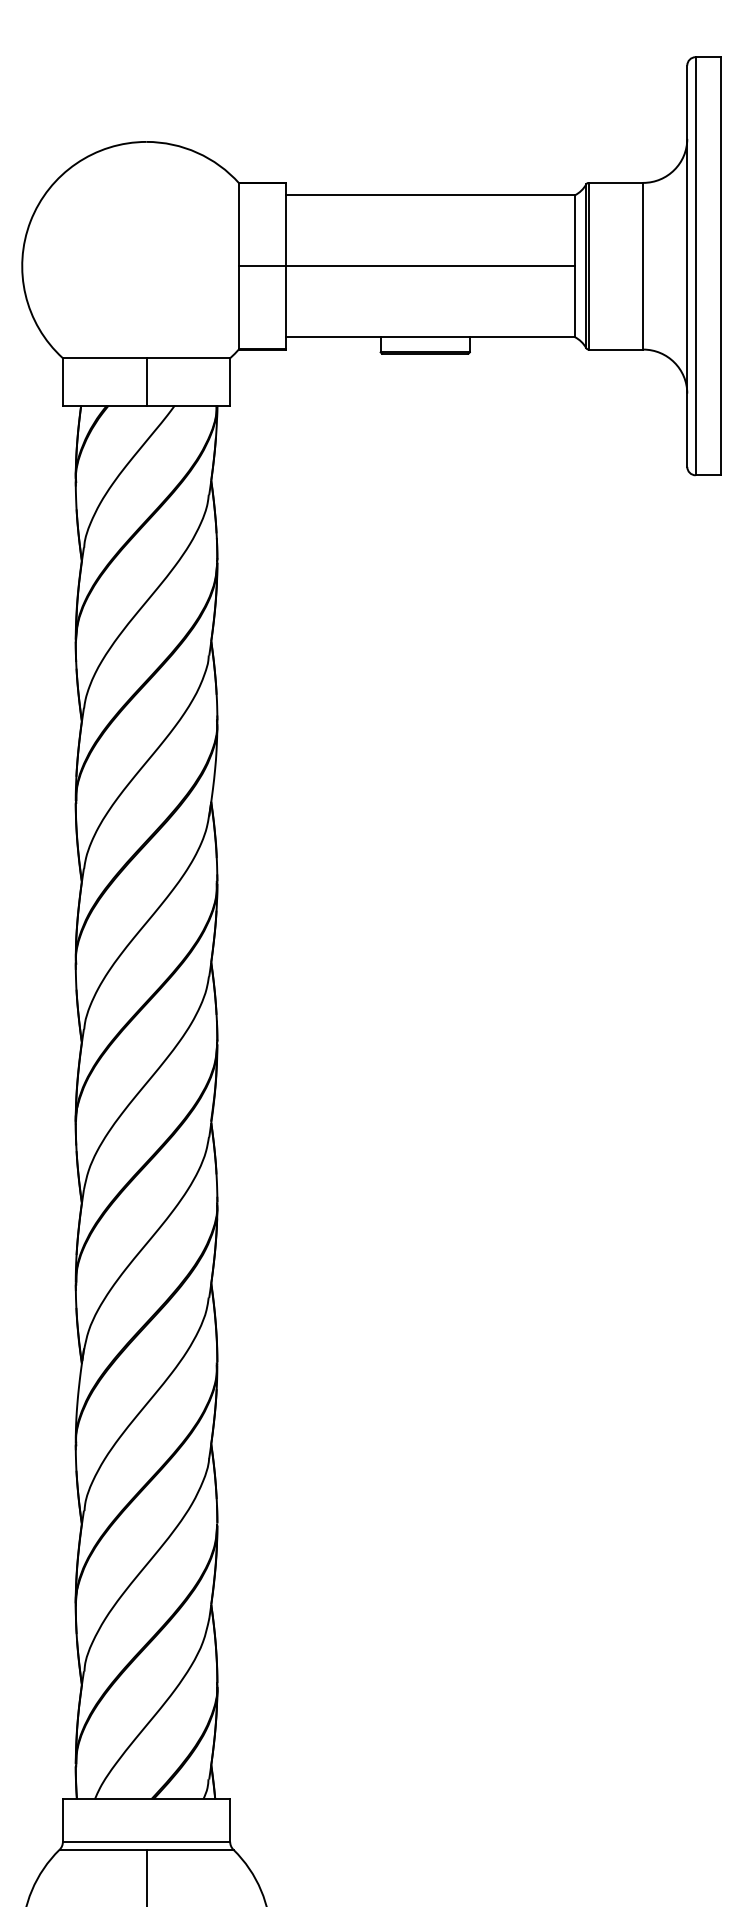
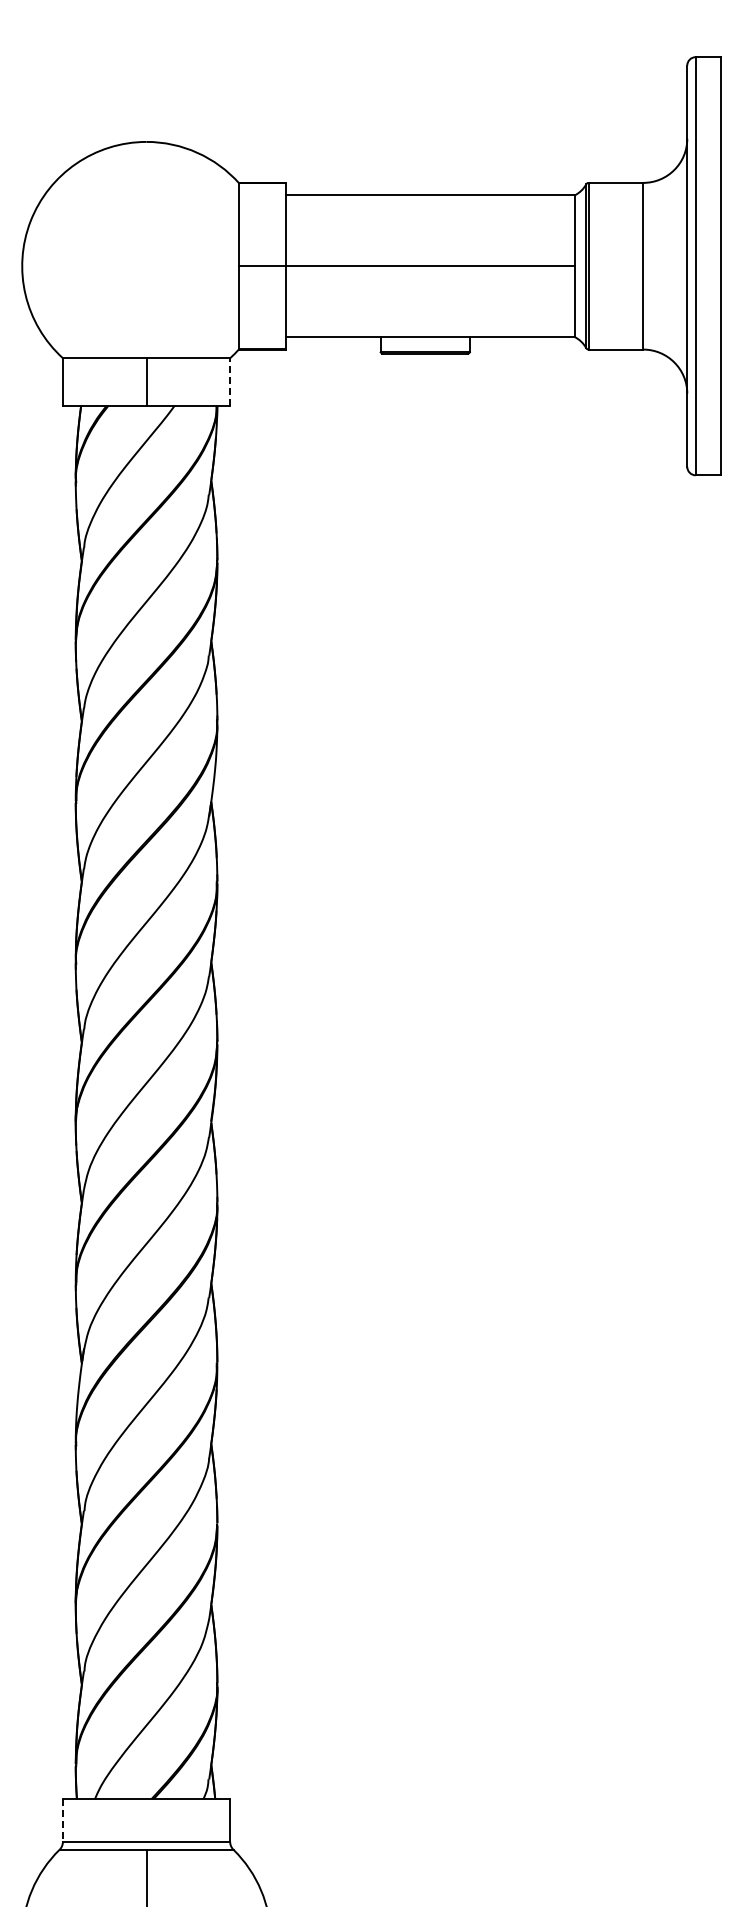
line at (230, 381): solid -> dashed
line at (62, 1821): solid -> dashed
